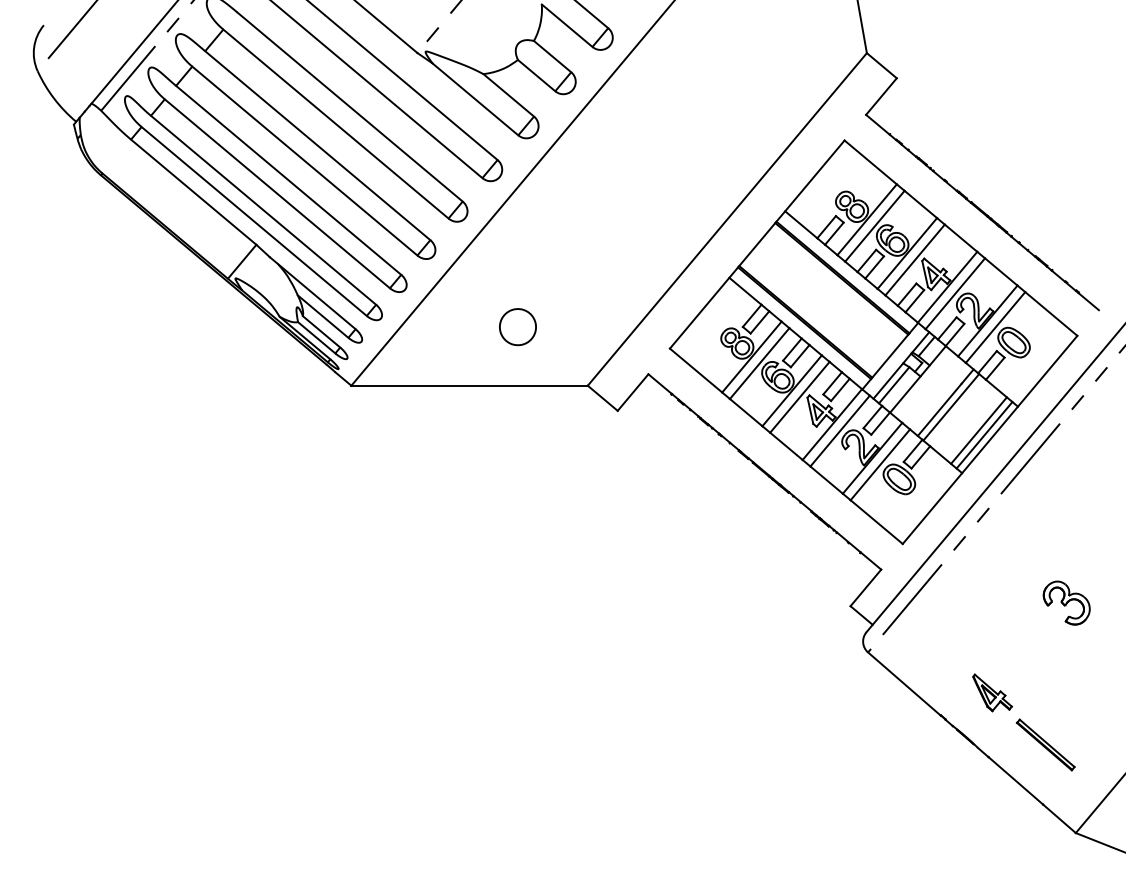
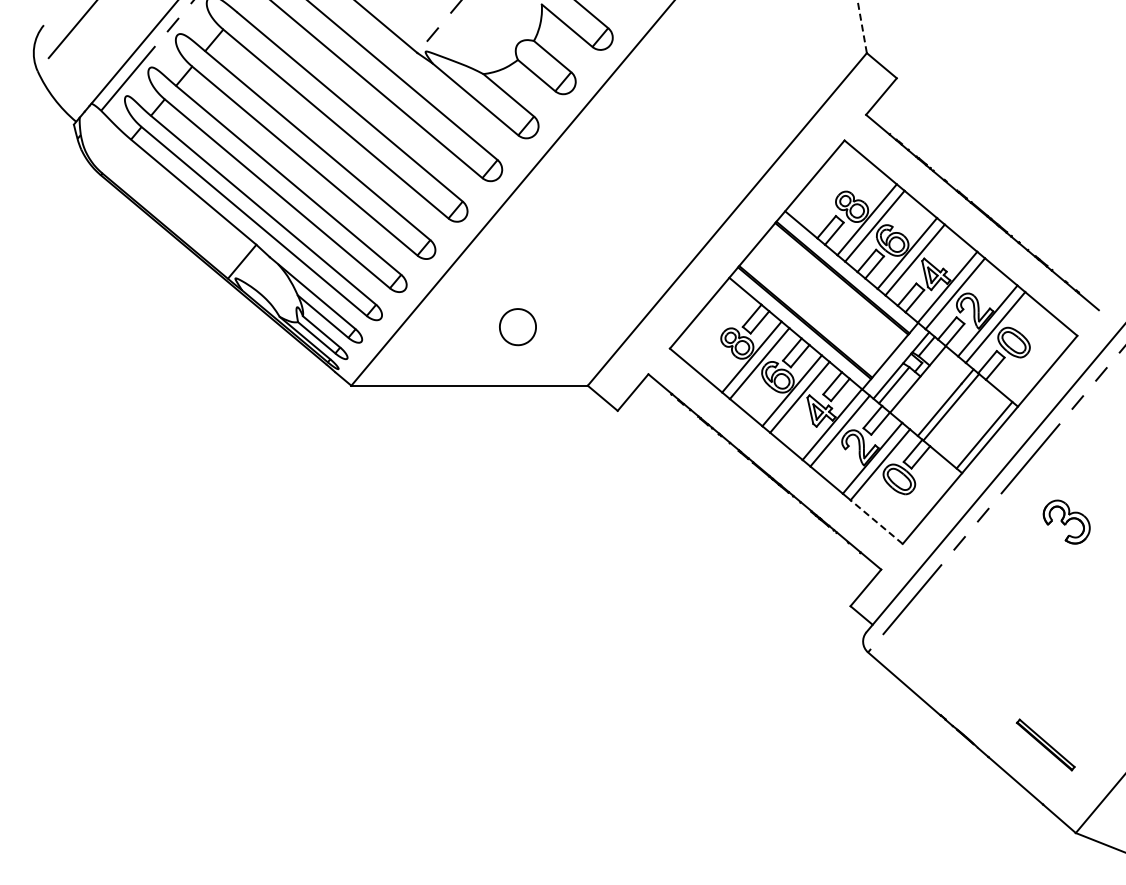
line at (862, 26): solid -> dashed
line at (978, 430): present -> none
line at (876, 521): solid -> dashed
part at (1066, 602) position: (1066, 602) -> (1066, 521)
part at (992, 692): present -> none
